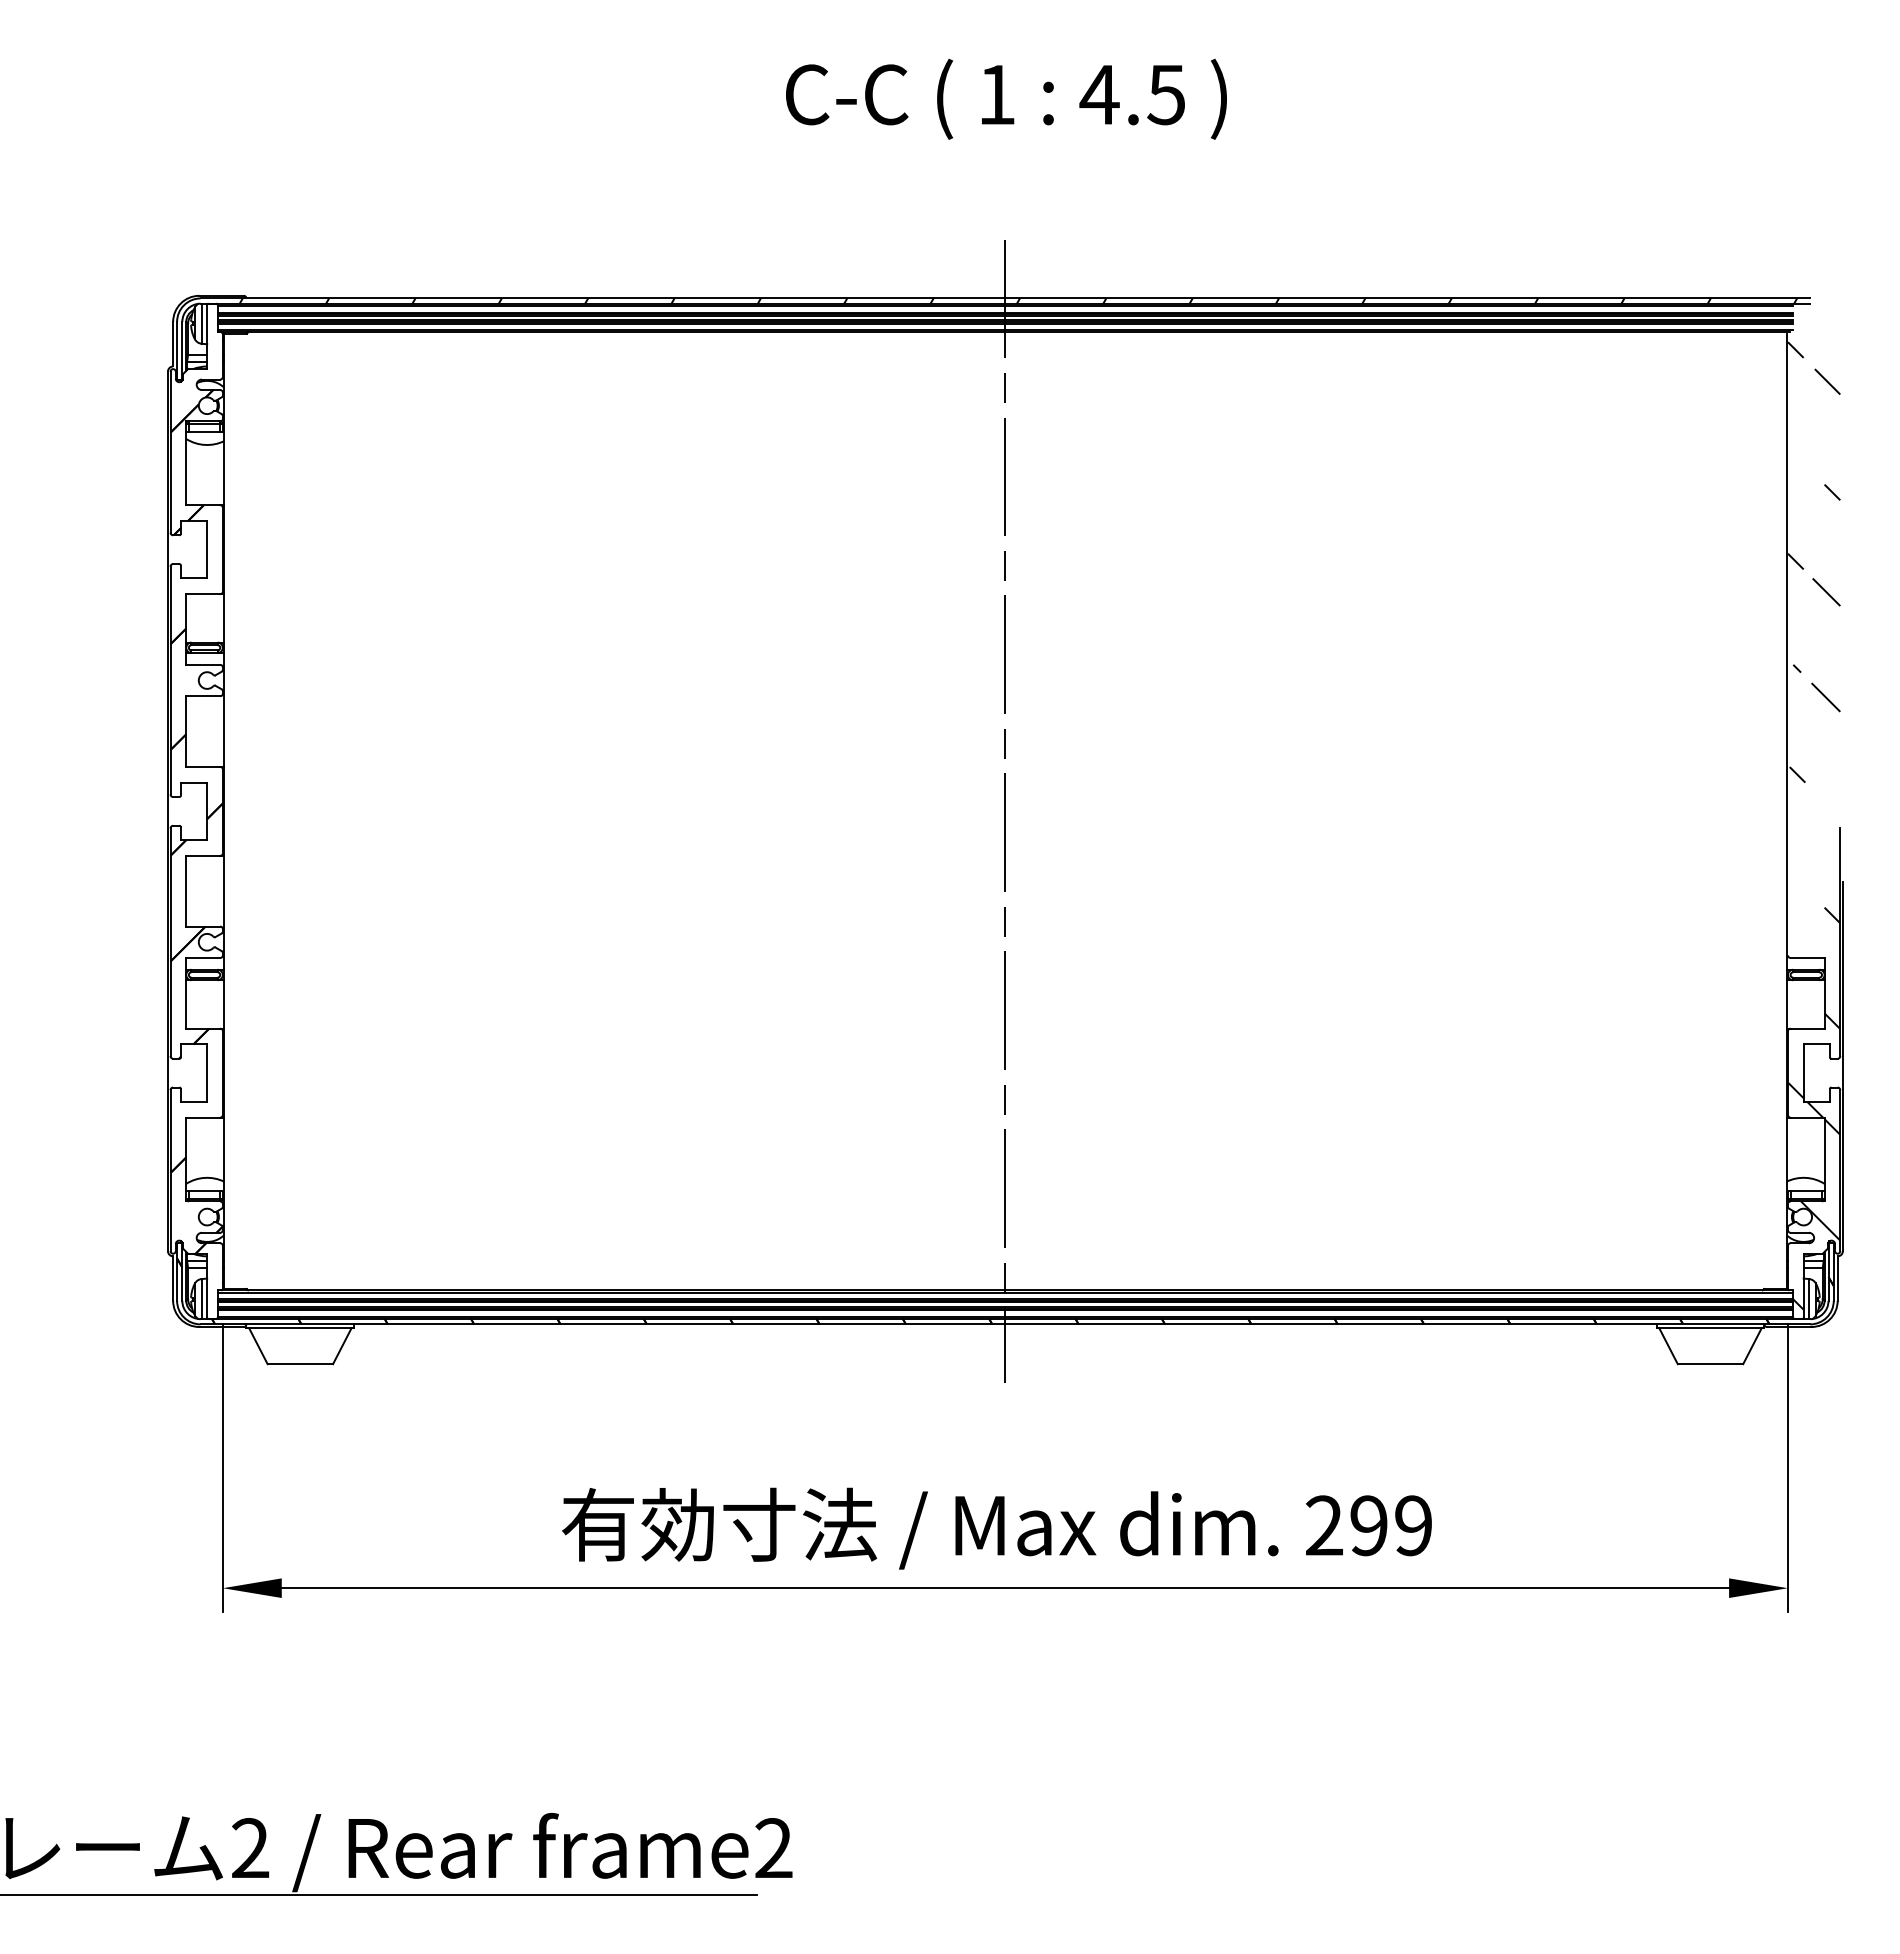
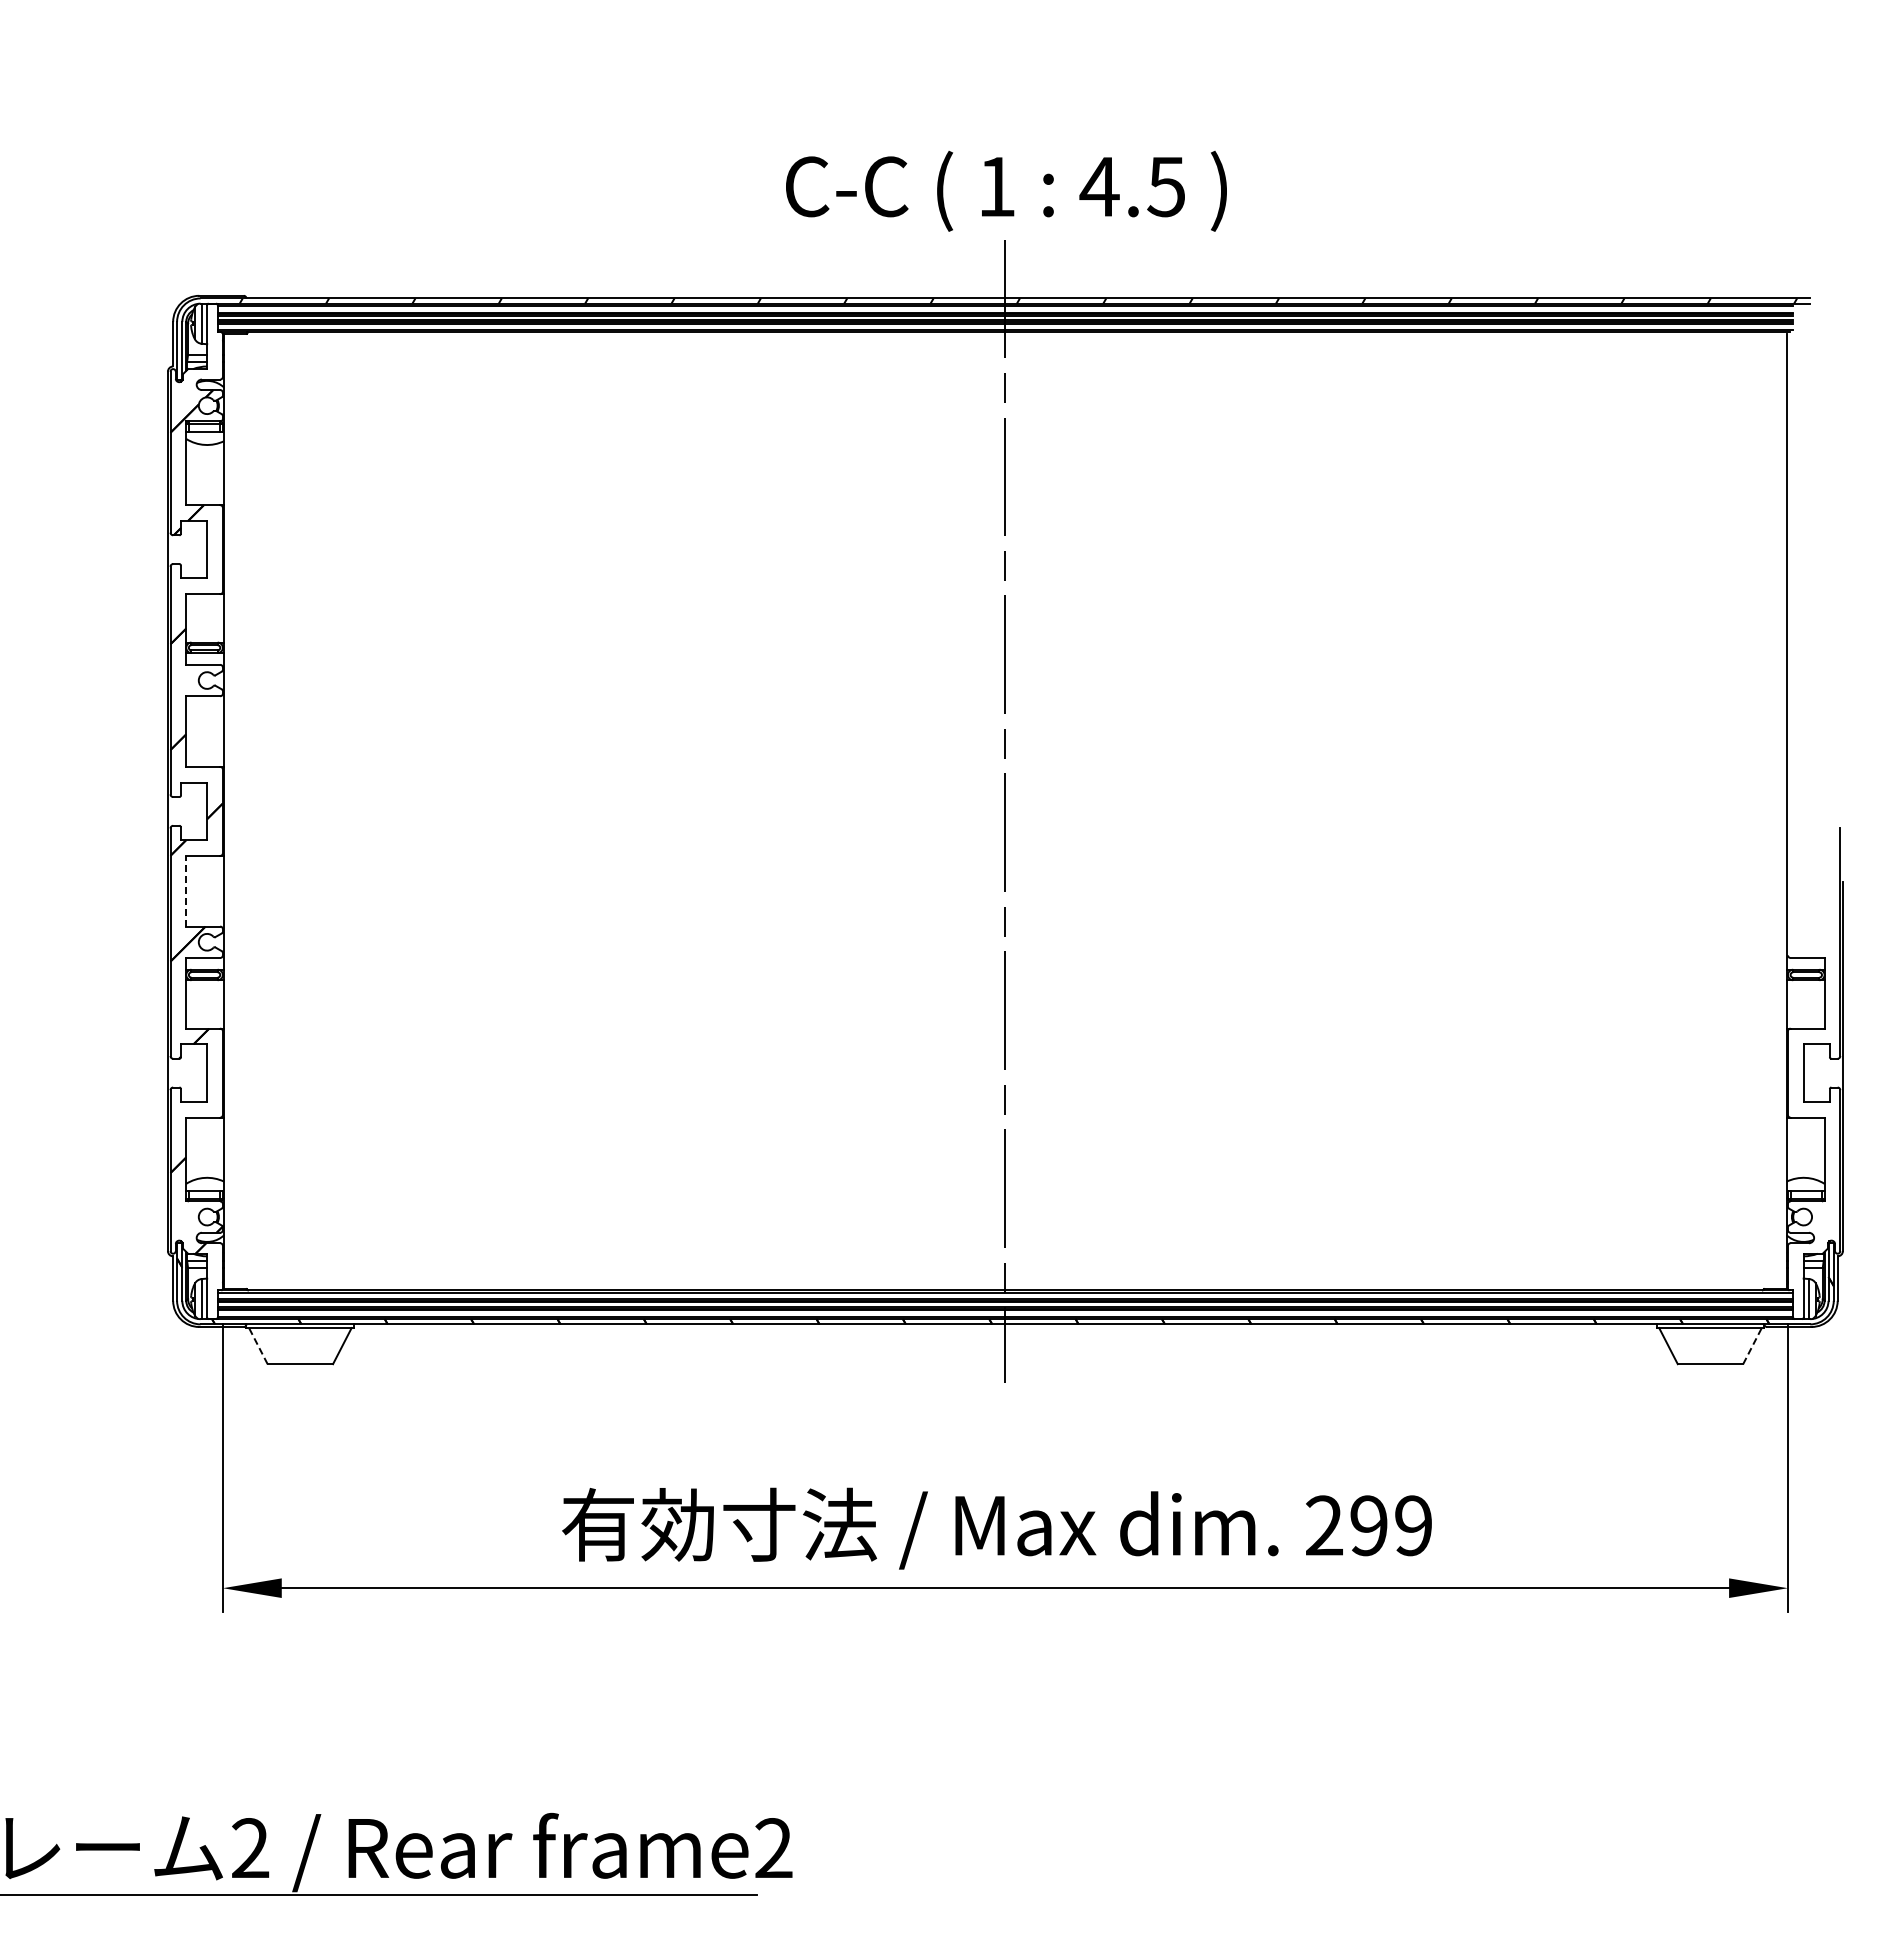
text at (1006, 98) position: (1006, 98) -> (1006, 190)
hatch at (1813, 825): present -> none
line at (186, 890): solid -> dashed
line at (258, 1345): solid -> dashed
line at (1752, 1345): solid -> dashed
